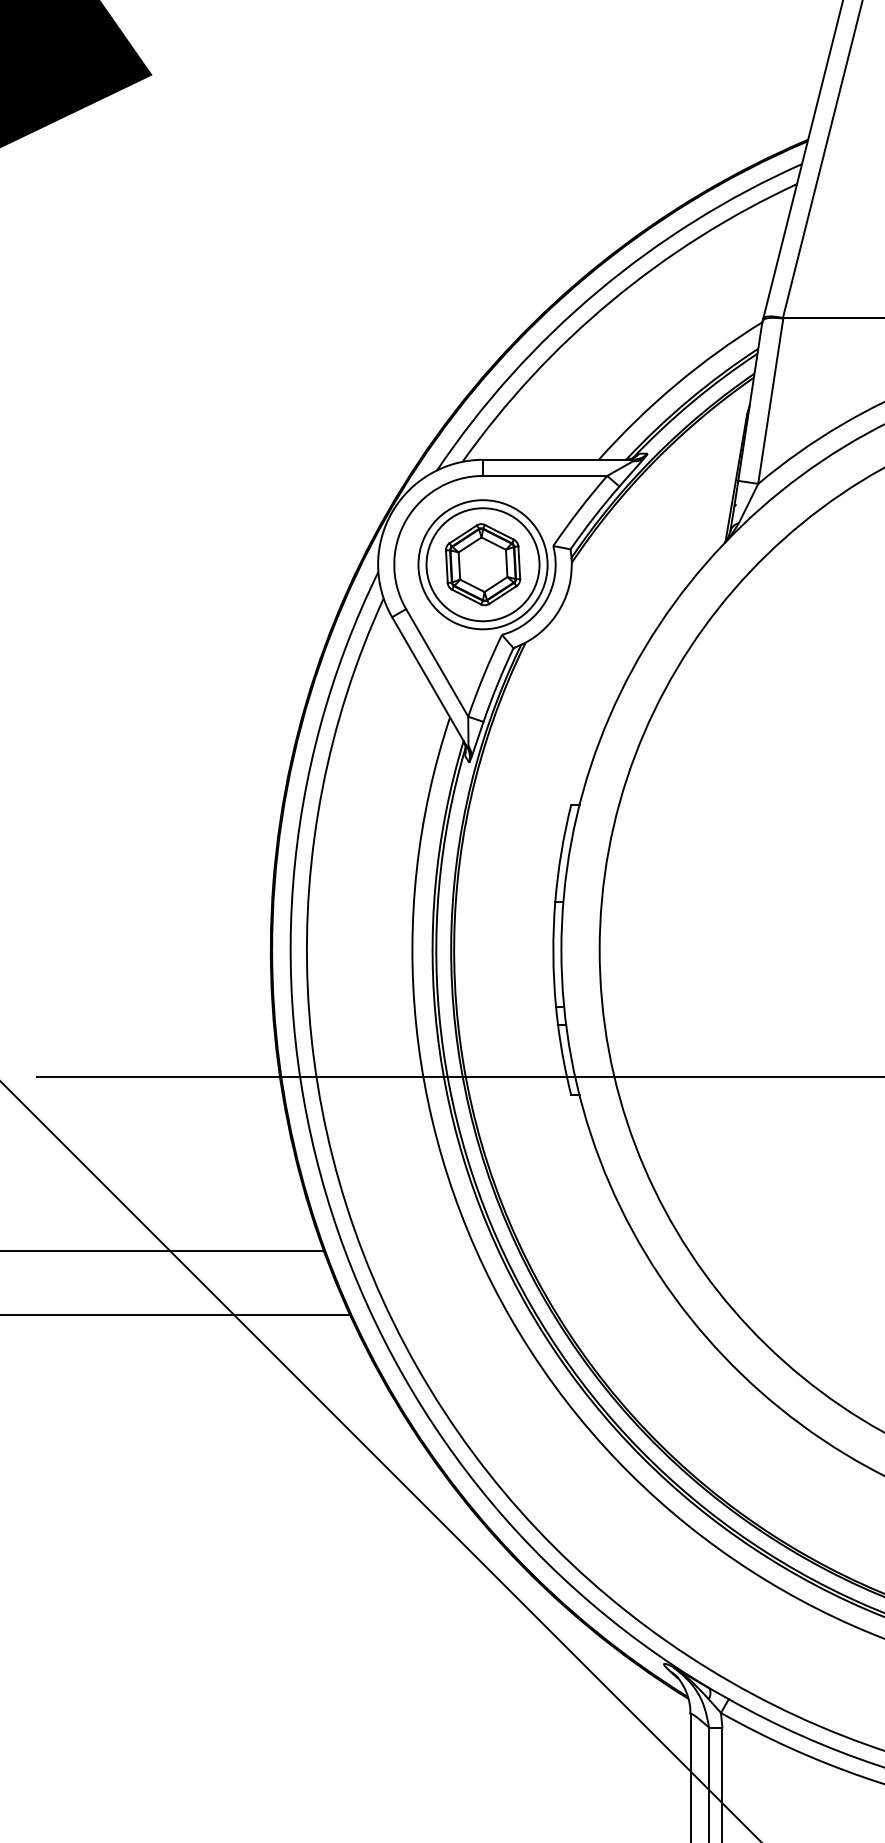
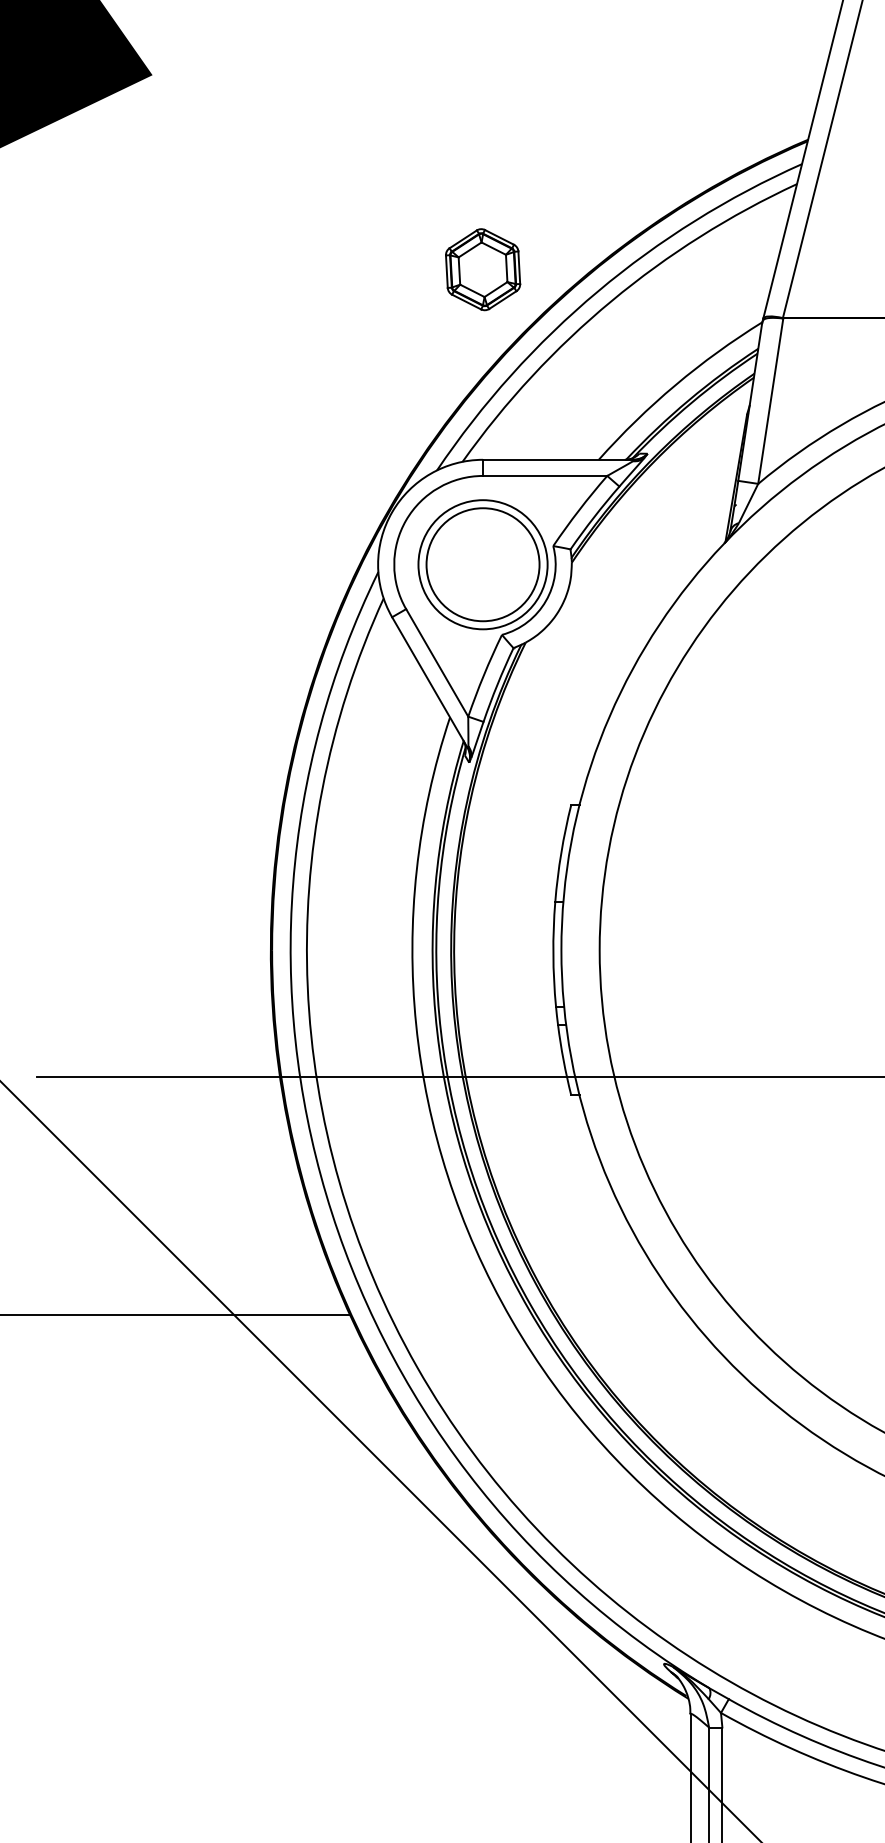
part at (483, 564) position: (483, 564) -> (483, 269)
line at (162, 1250): present -> none
